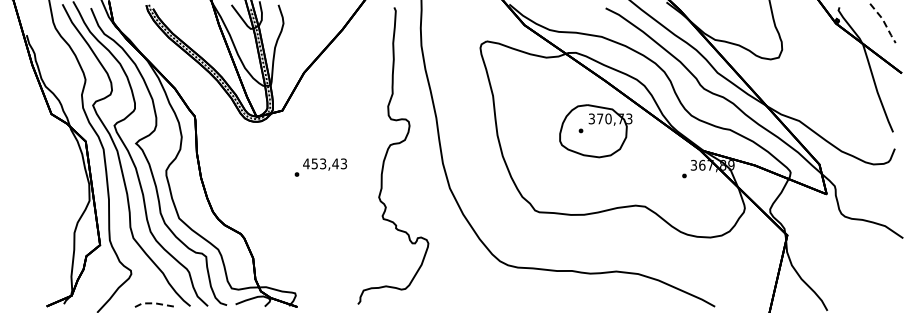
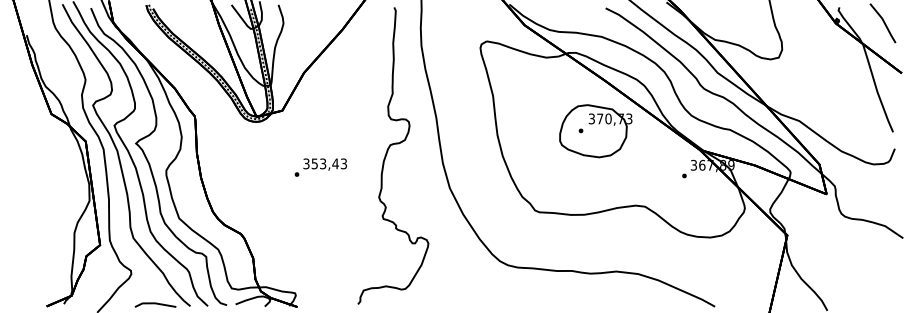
line at (884, 22): dashed -> solid
text at (306, 163): 453,43 -> 353,43
line at (155, 303): dashed -> solid
